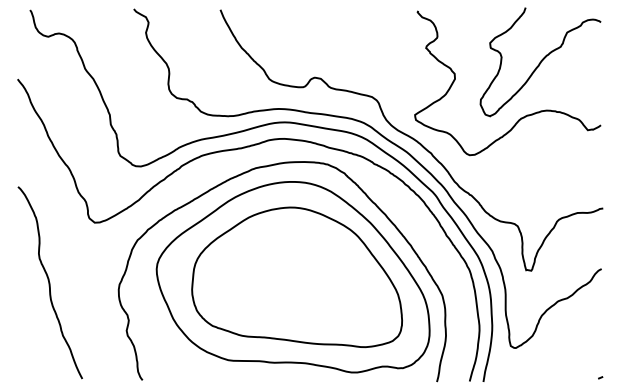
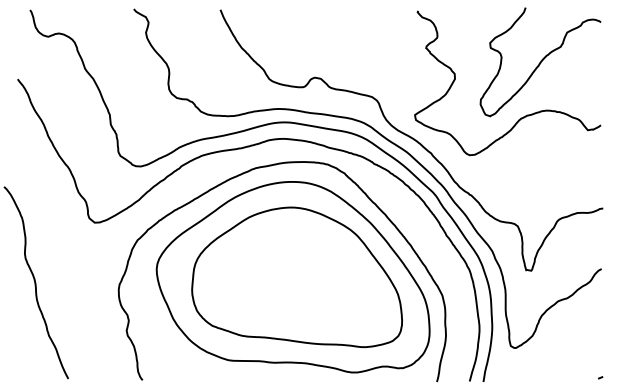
curve at (49, 282) position: (49, 282) -> (35, 282)
